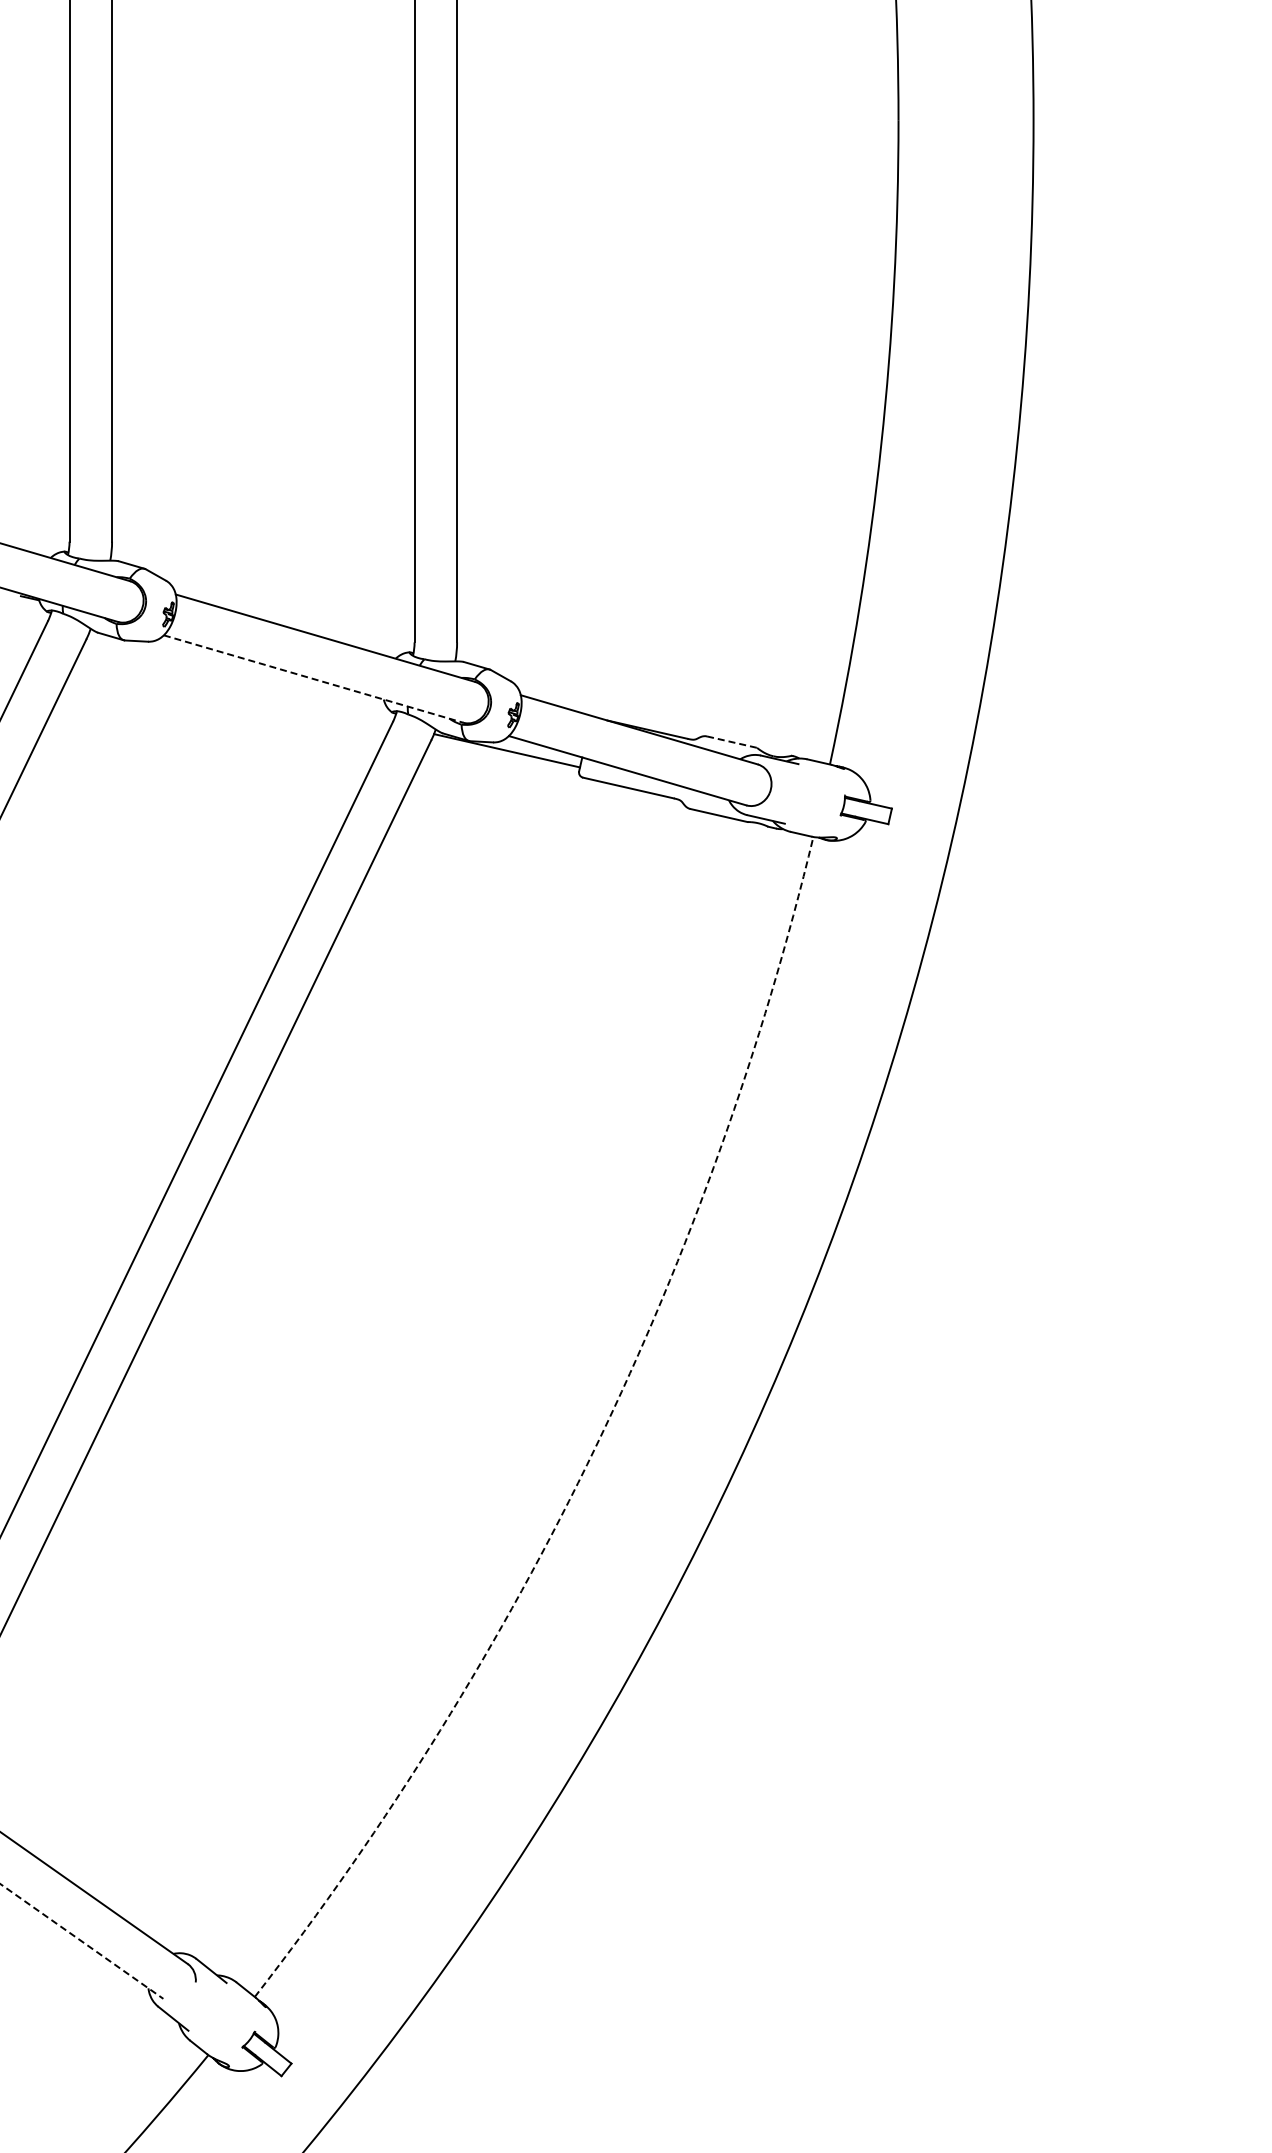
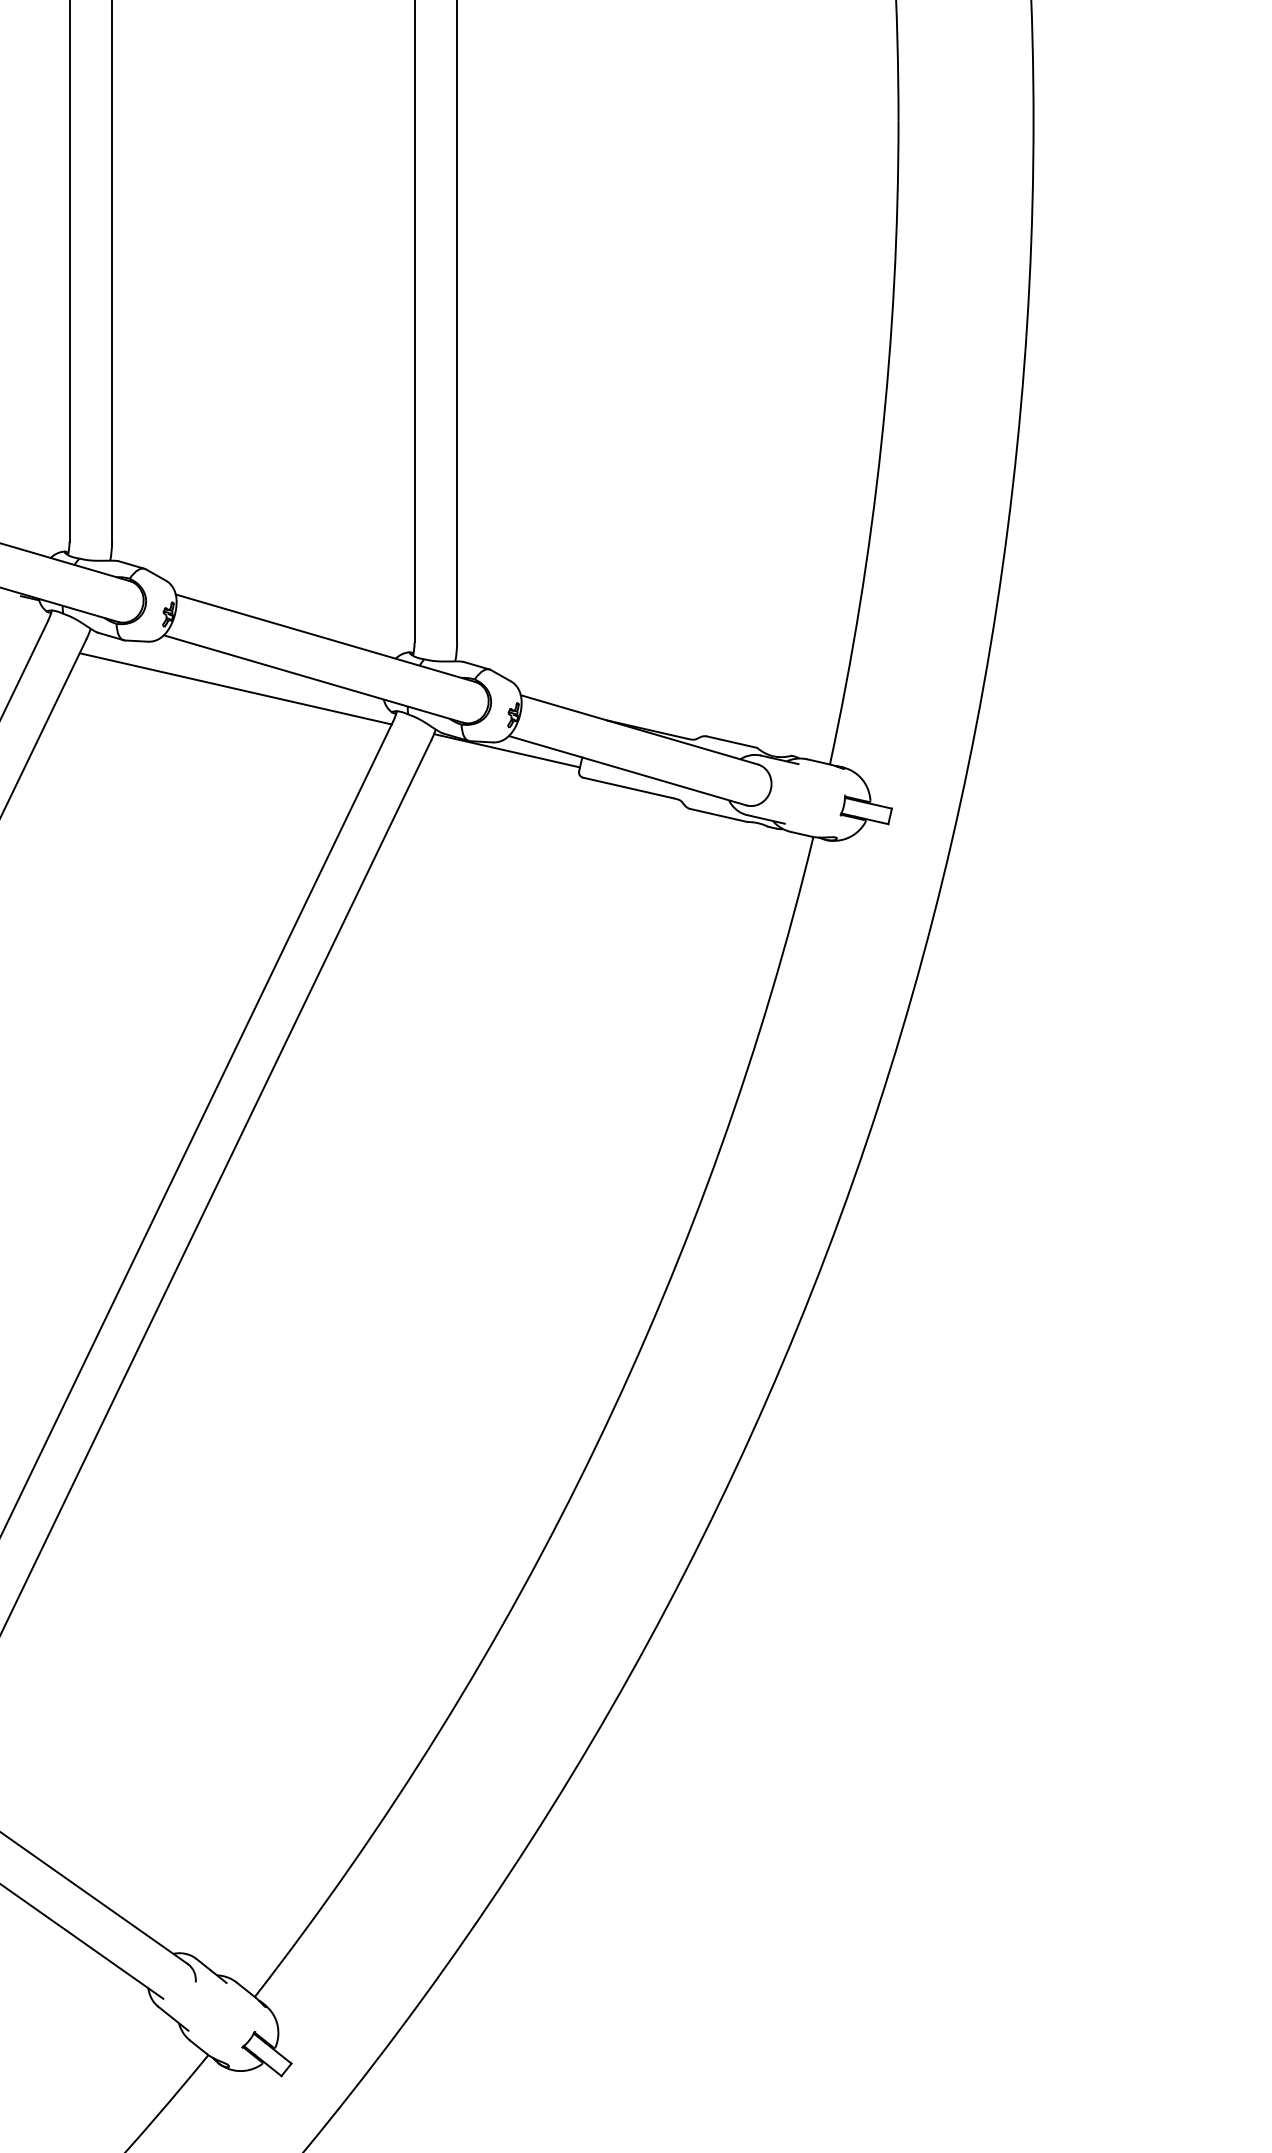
line at (314, 679): dashed -> solid
line at (235, 688): none -> present
line at (732, 742): dashed -> solid
arc at (595, 1446): dashed -> solid
line at (82, 1941): dashed -> solid
